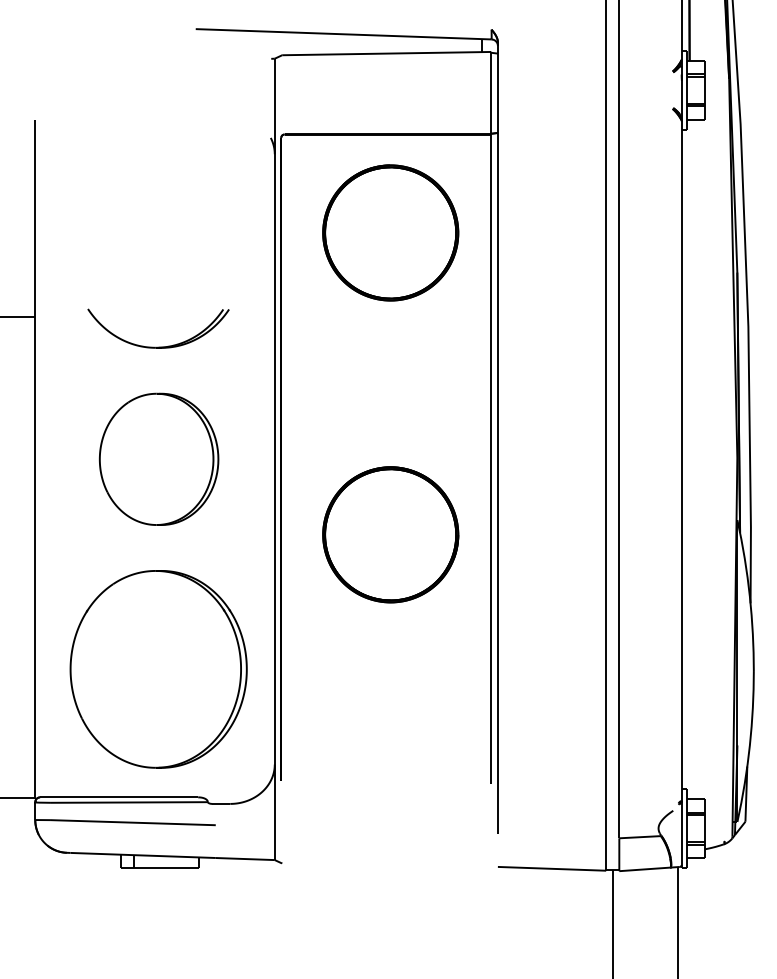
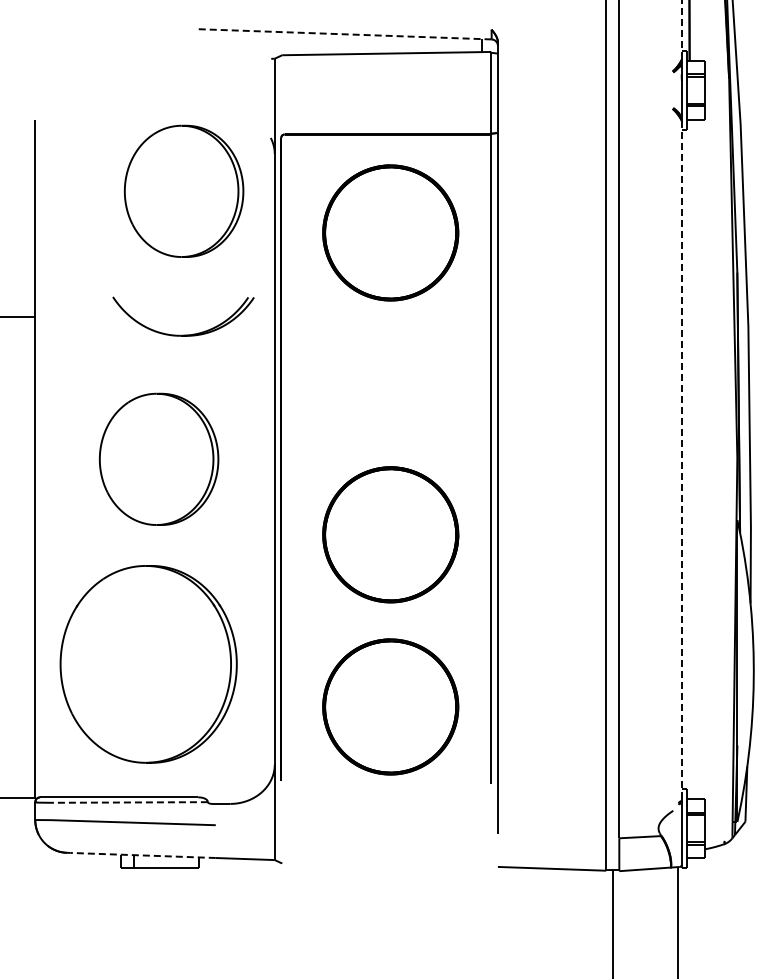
line at (681, 29): solid -> dashed
line at (343, 34): solid -> dashed
part at (183, 190): none -> present
part at (158, 346) position: (158, 346) -> (183, 334)
line at (681, 459): solid -> dashed
part at (158, 669) position: (158, 669) -> (148, 664)
part at (390, 706): none -> present
line at (128, 802): solid -> dashed
line at (143, 855): solid -> dashed
